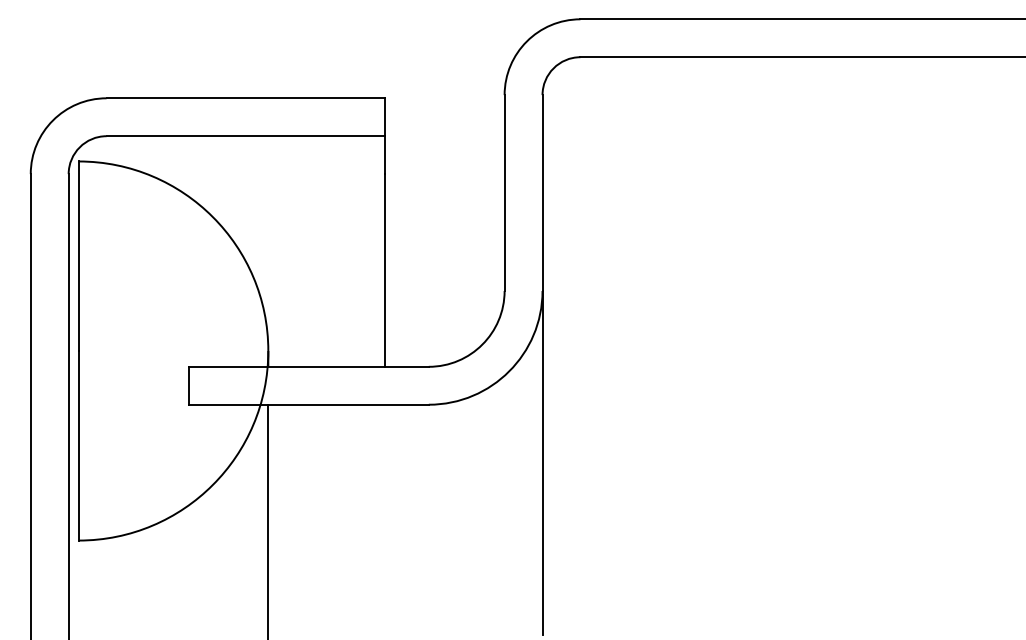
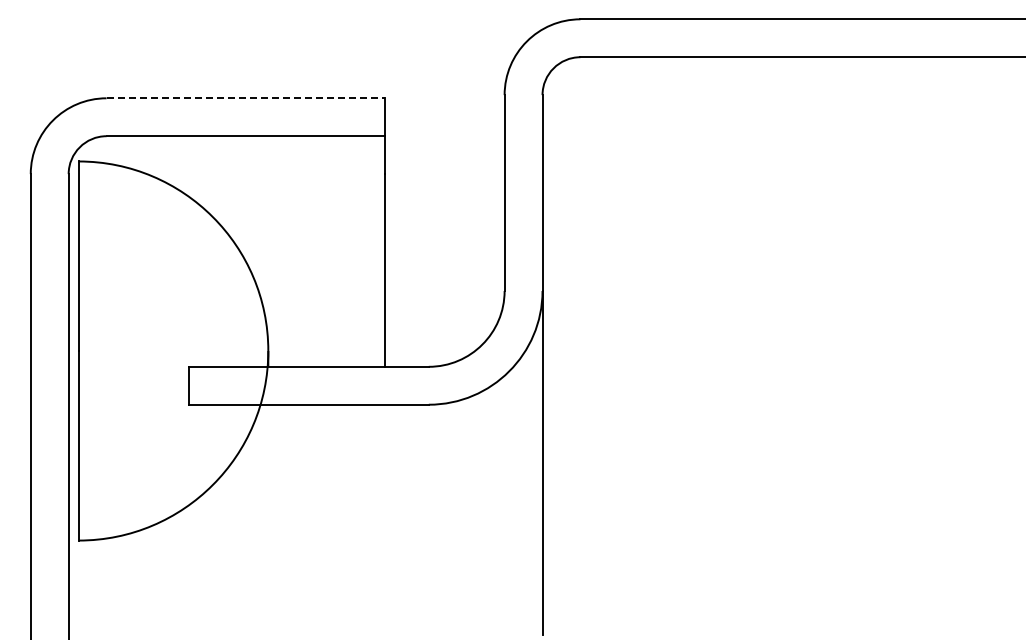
line at (245, 98): solid -> dashed
line at (268, 520): present -> none
